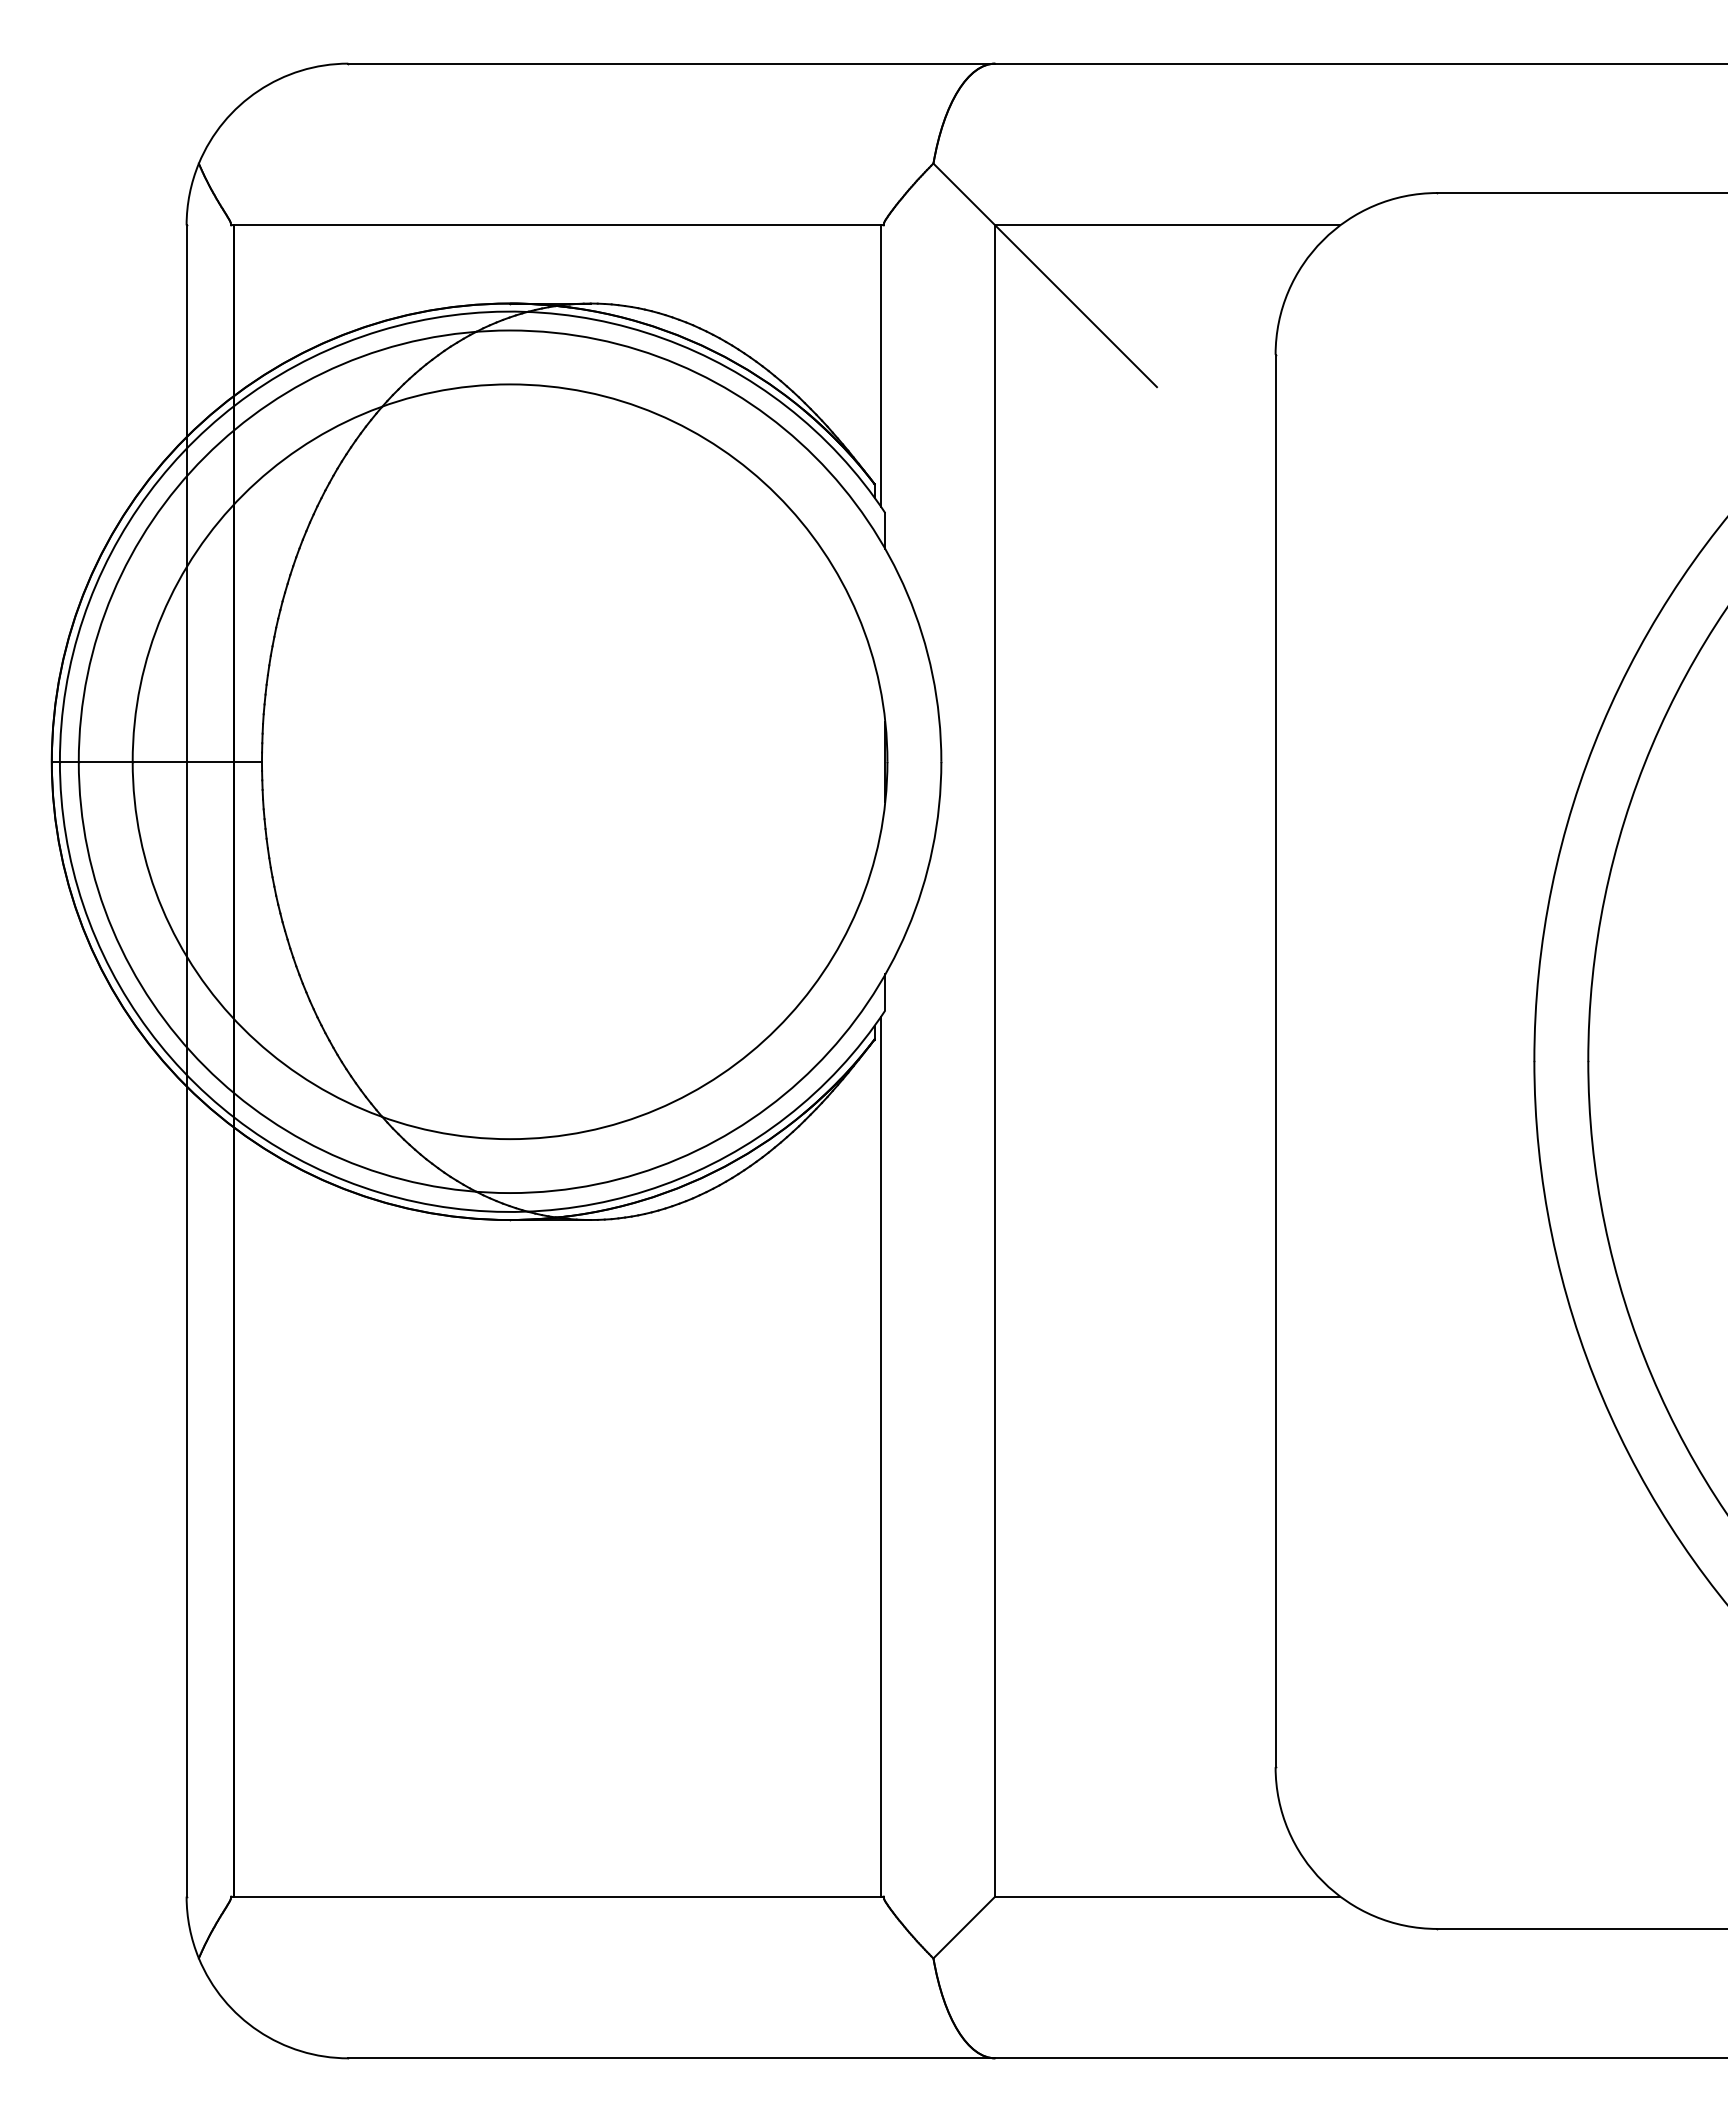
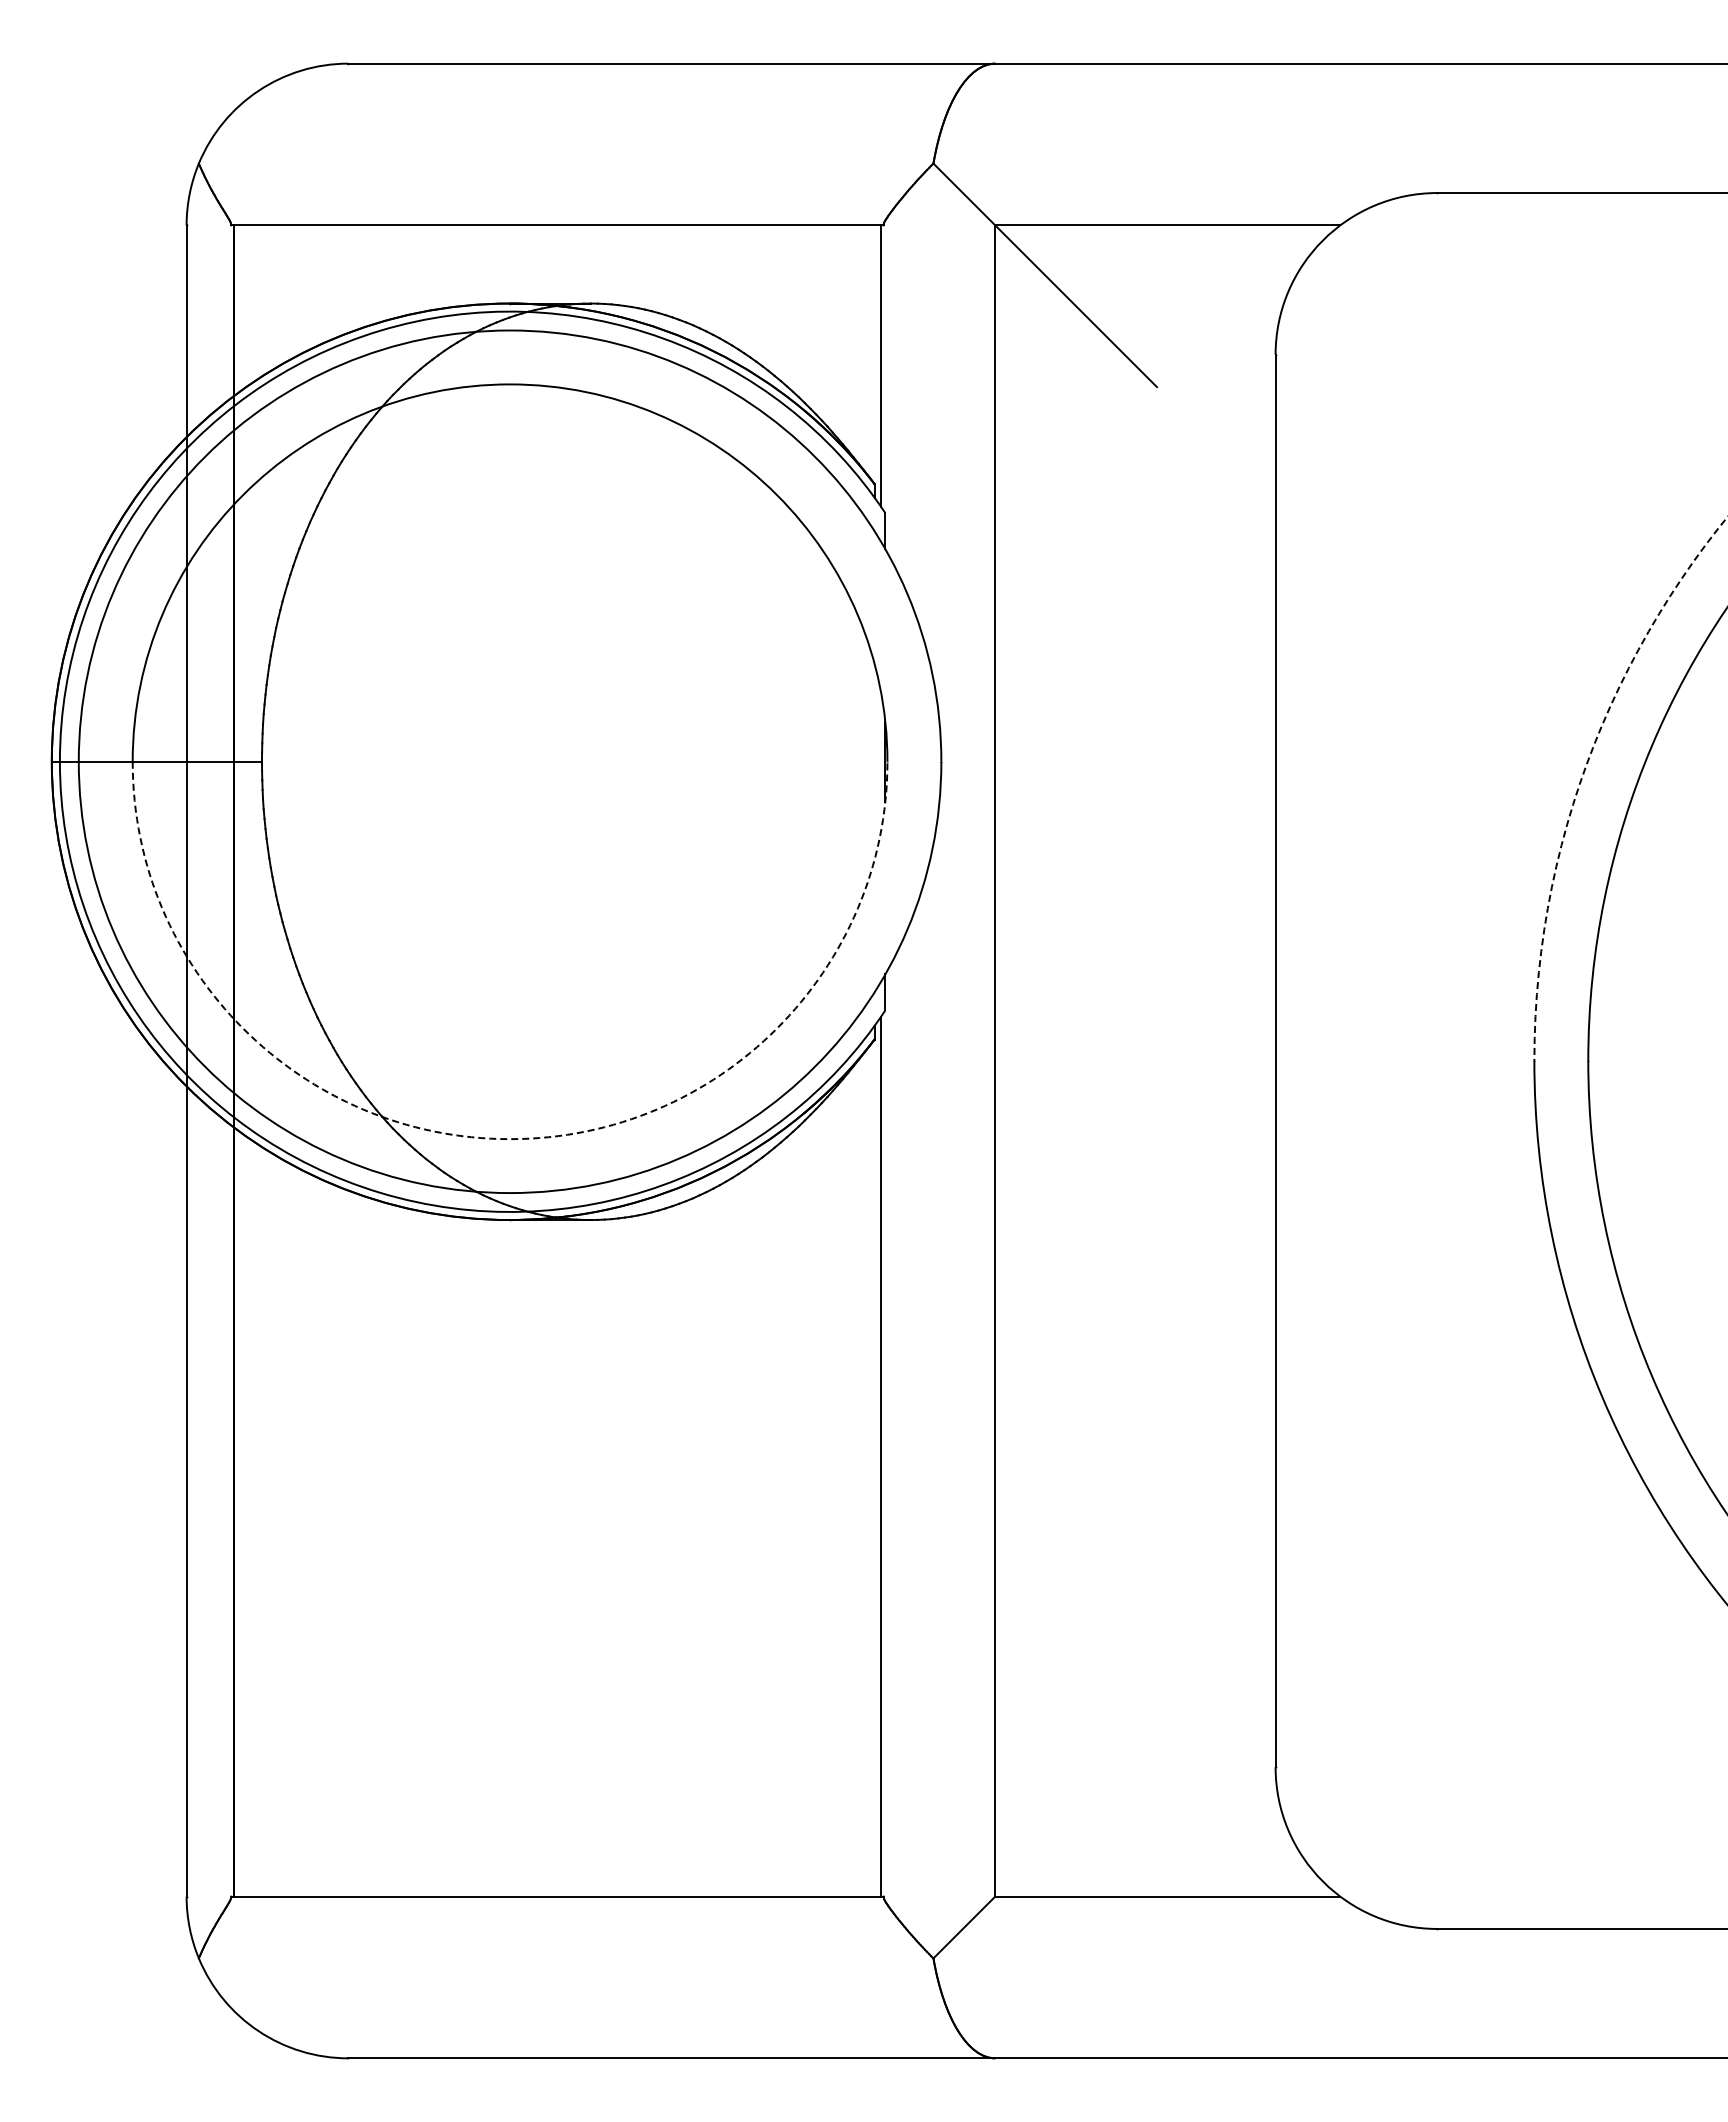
arc at (1583, 773): solid -> dashed
arc at (510, 1139): solid -> dashed
